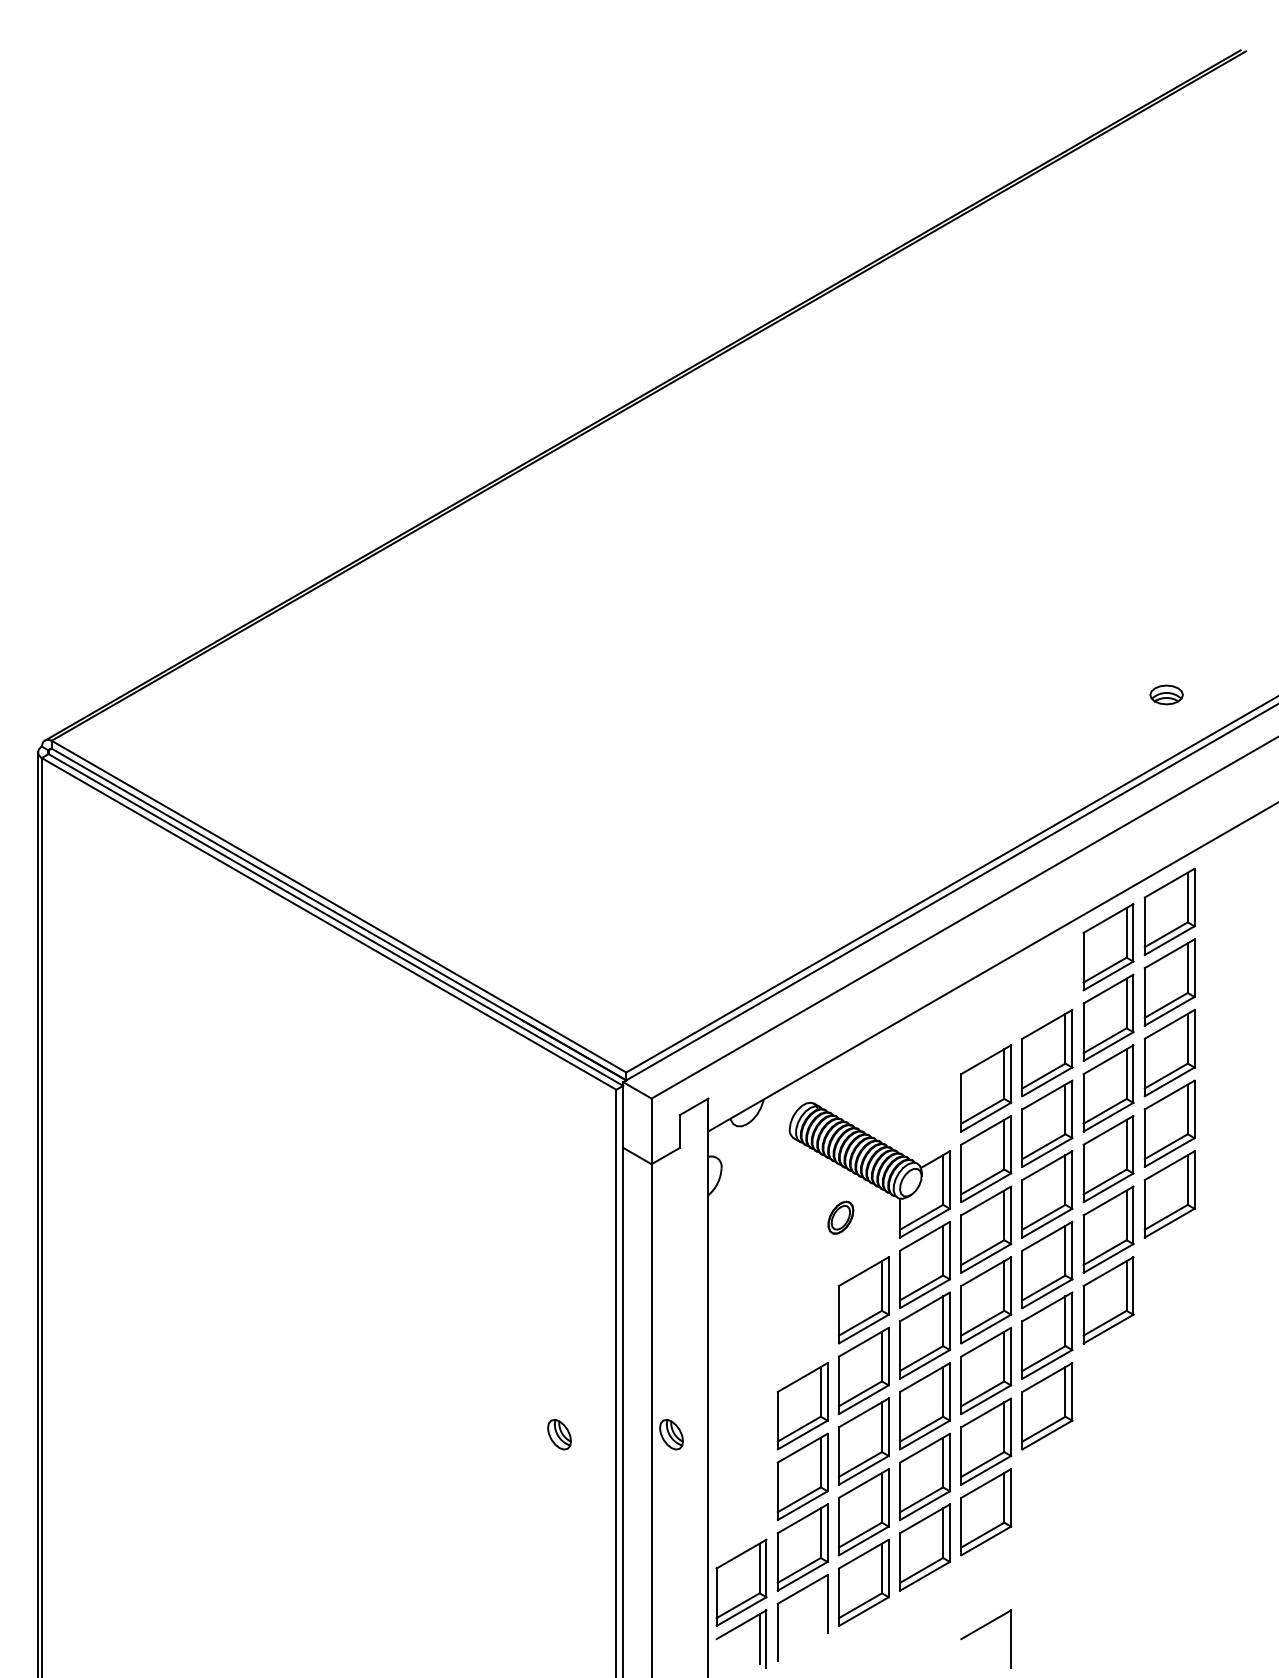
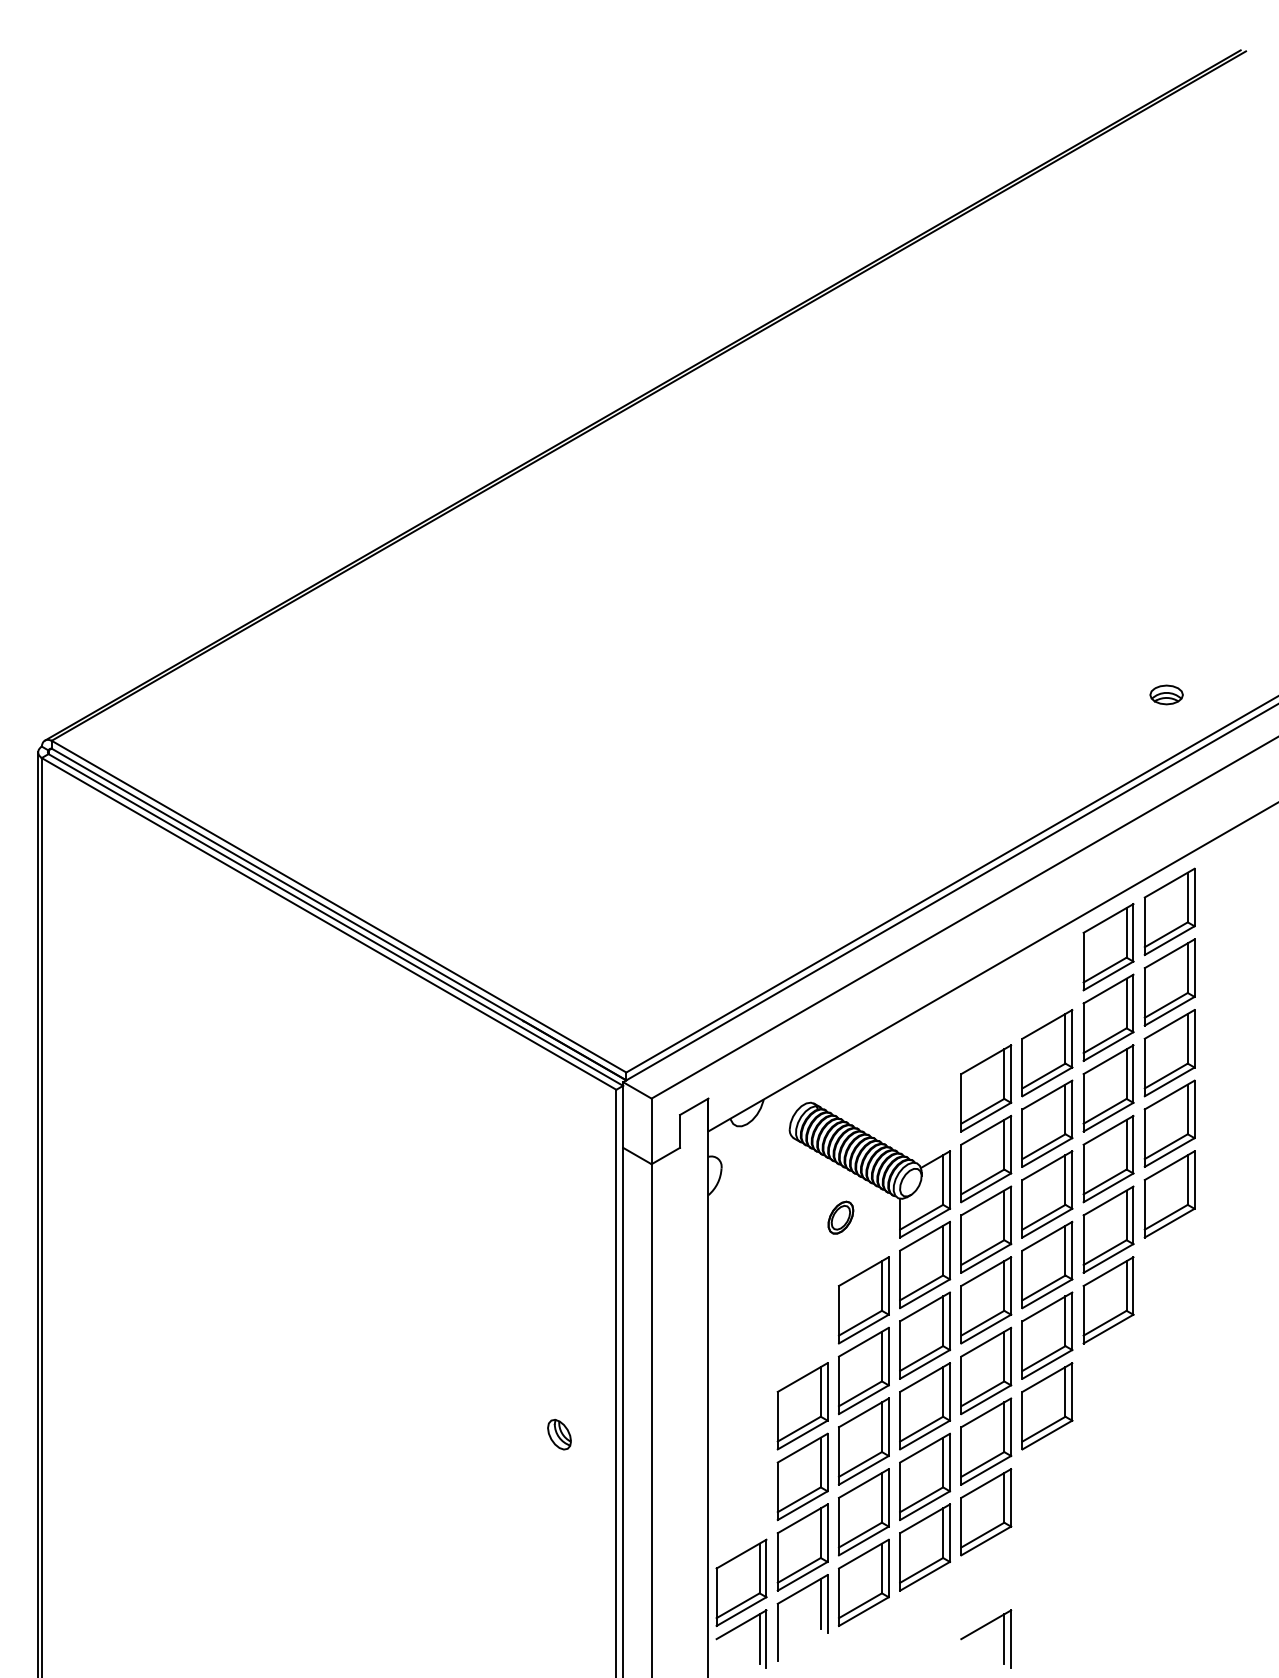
part at (671, 1434): present -> none
line at (820, 1603): none -> present
line at (1004, 1638): none -> present
